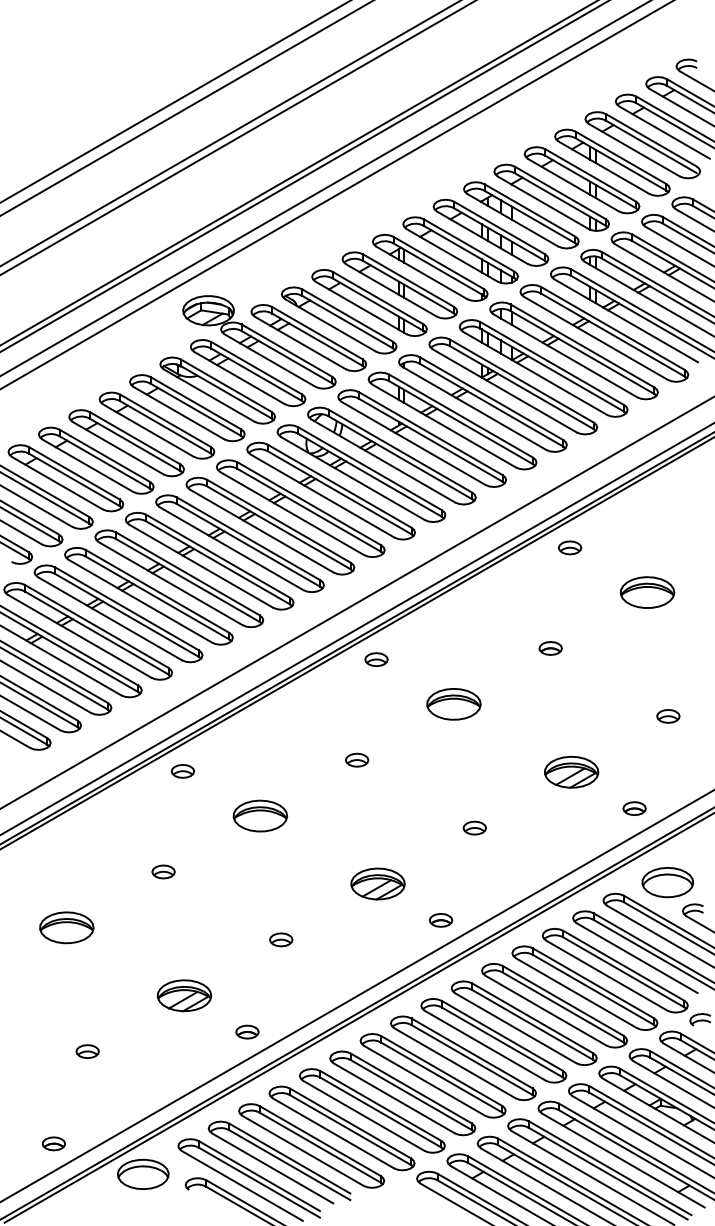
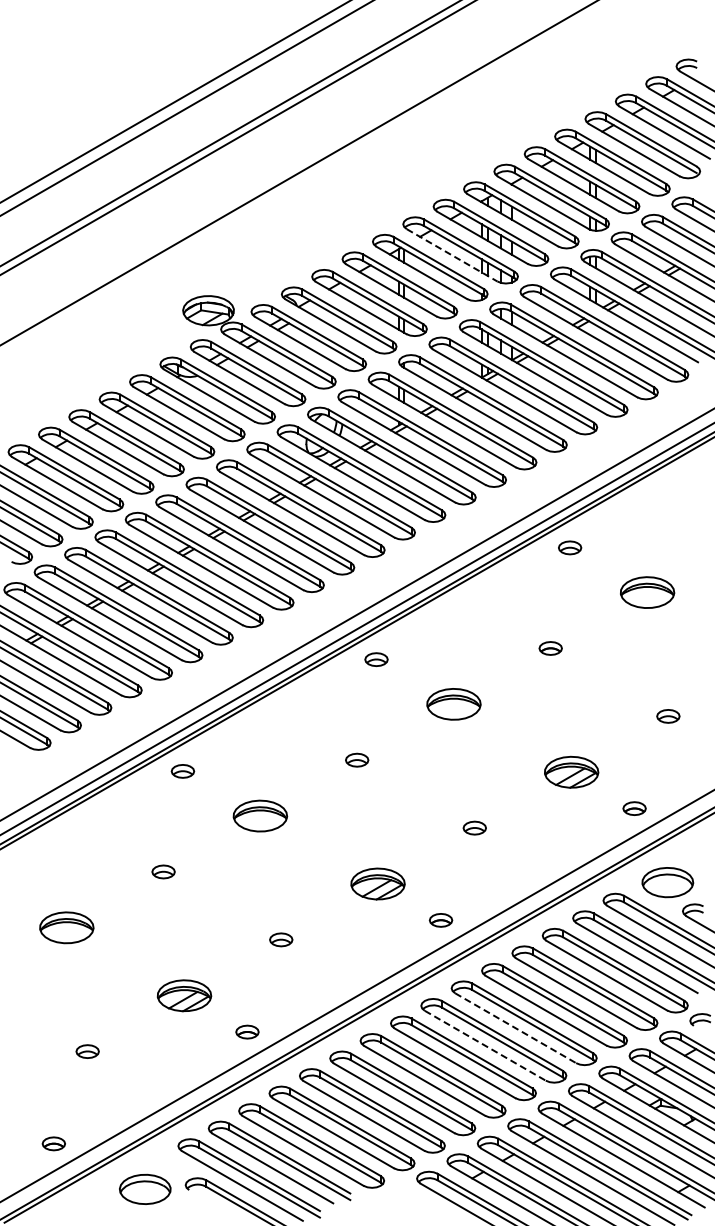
line at (304, 176): present -> none
line at (324, 188): present -> none
line at (336, 195): present -> none
line at (452, 255): solid -> dashed
line at (356, 602) position: (356, 602) -> (356, 614)
line at (515, 1028): solid -> dashed
line at (485, 1045): solid -> dashed
part at (143, 1173) position: (143, 1173) -> (145, 1188)
